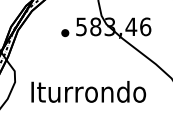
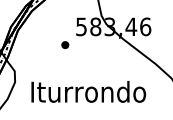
part at (65, 33) position: (65, 33) -> (65, 45)
